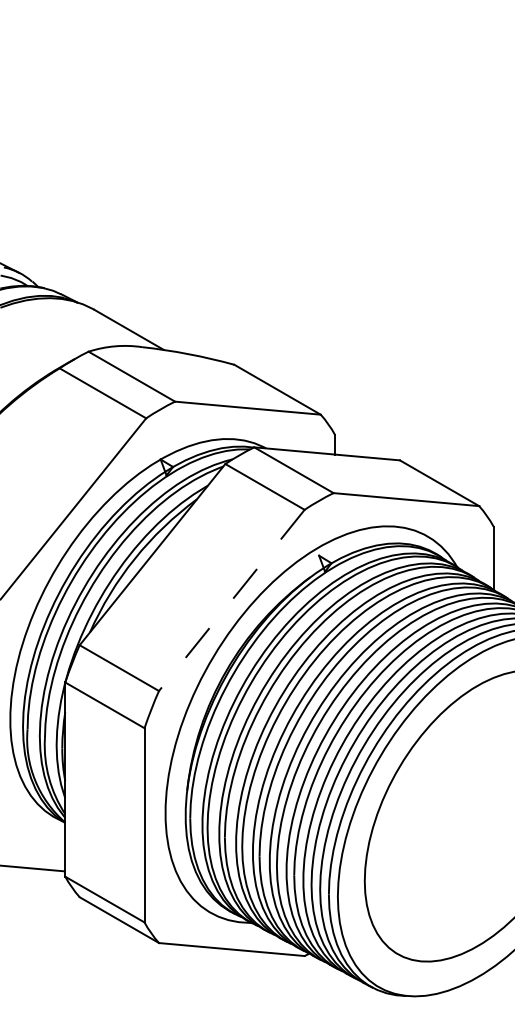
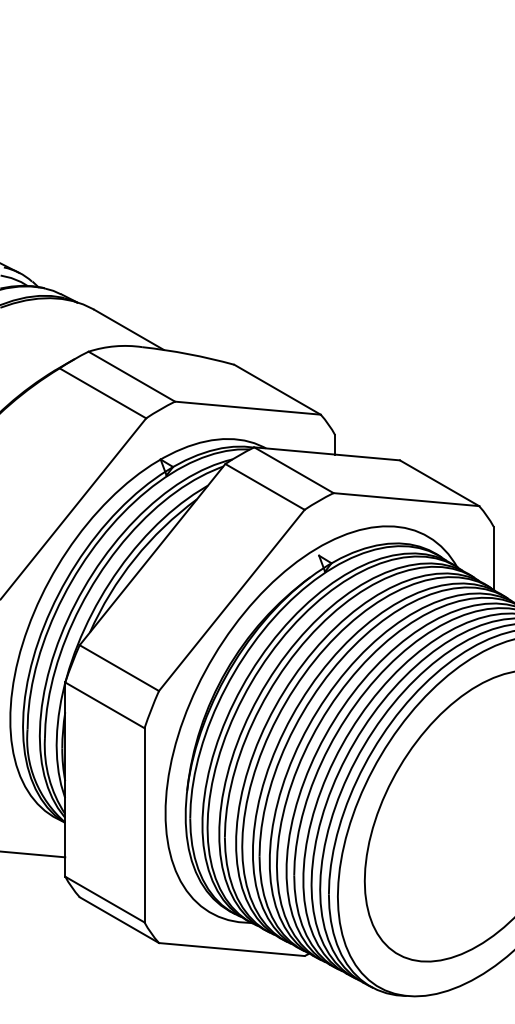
line at (231, 600): dashed -> solid
line at (33, 868) position: (33, 868) -> (33, 854)
